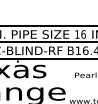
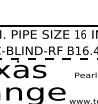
line at (48, 42): present -> none
line at (49, 58): solid -> dashed
